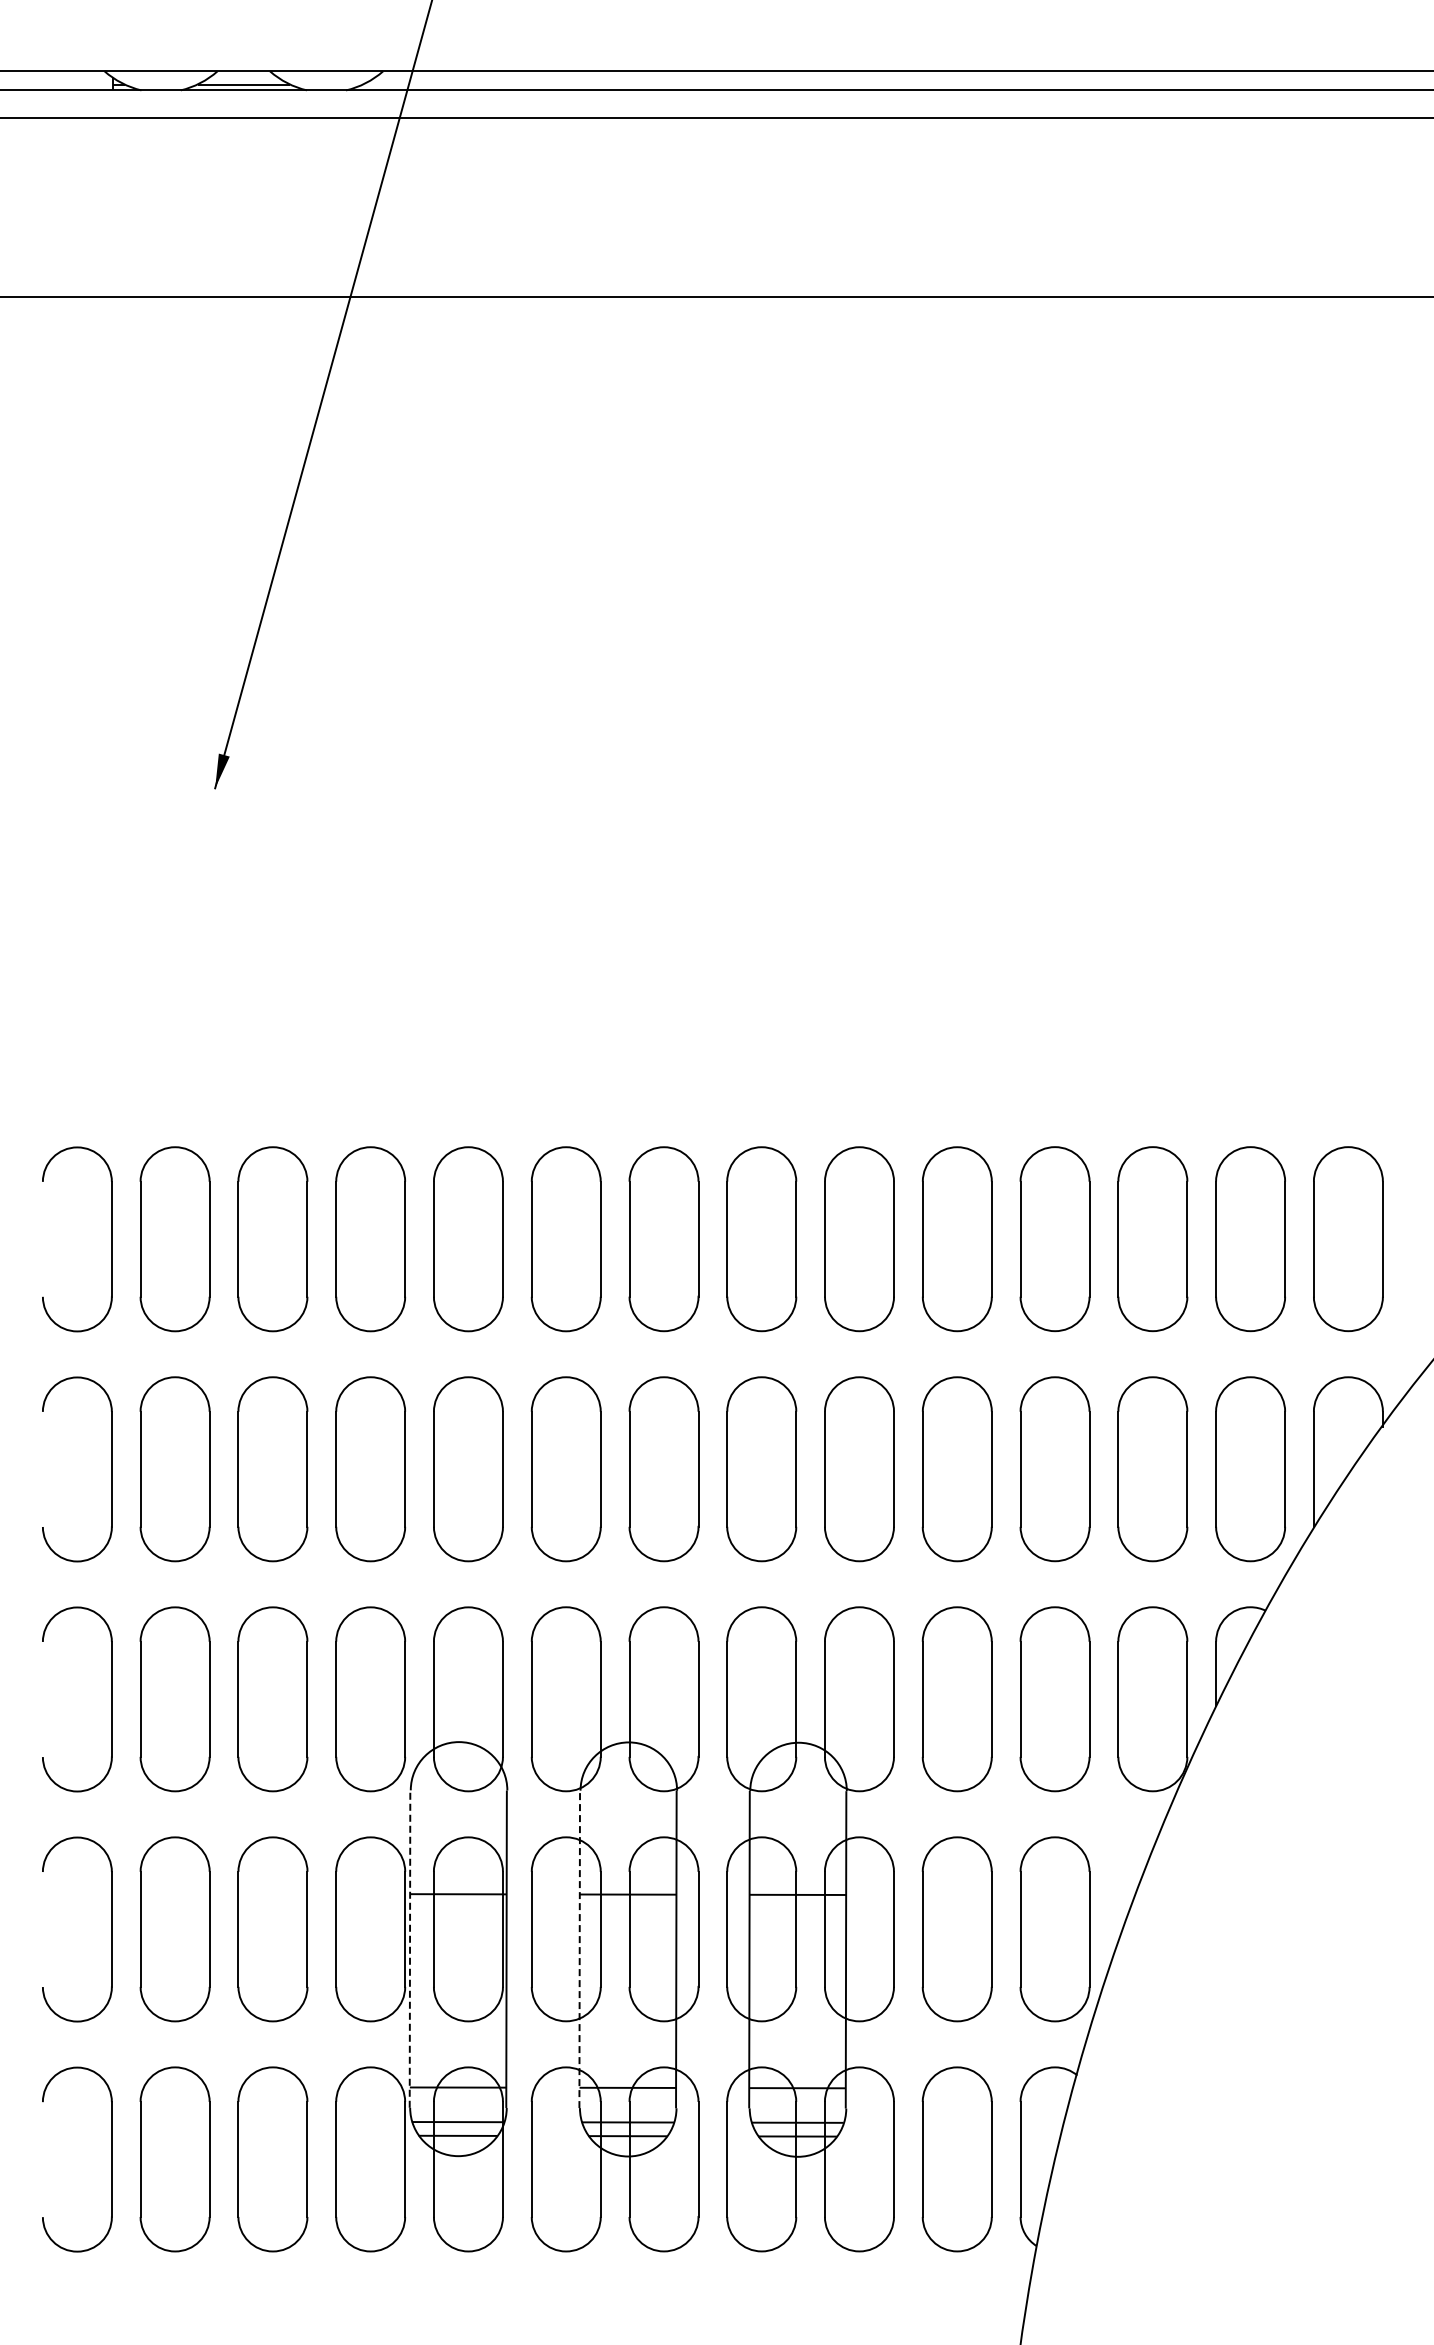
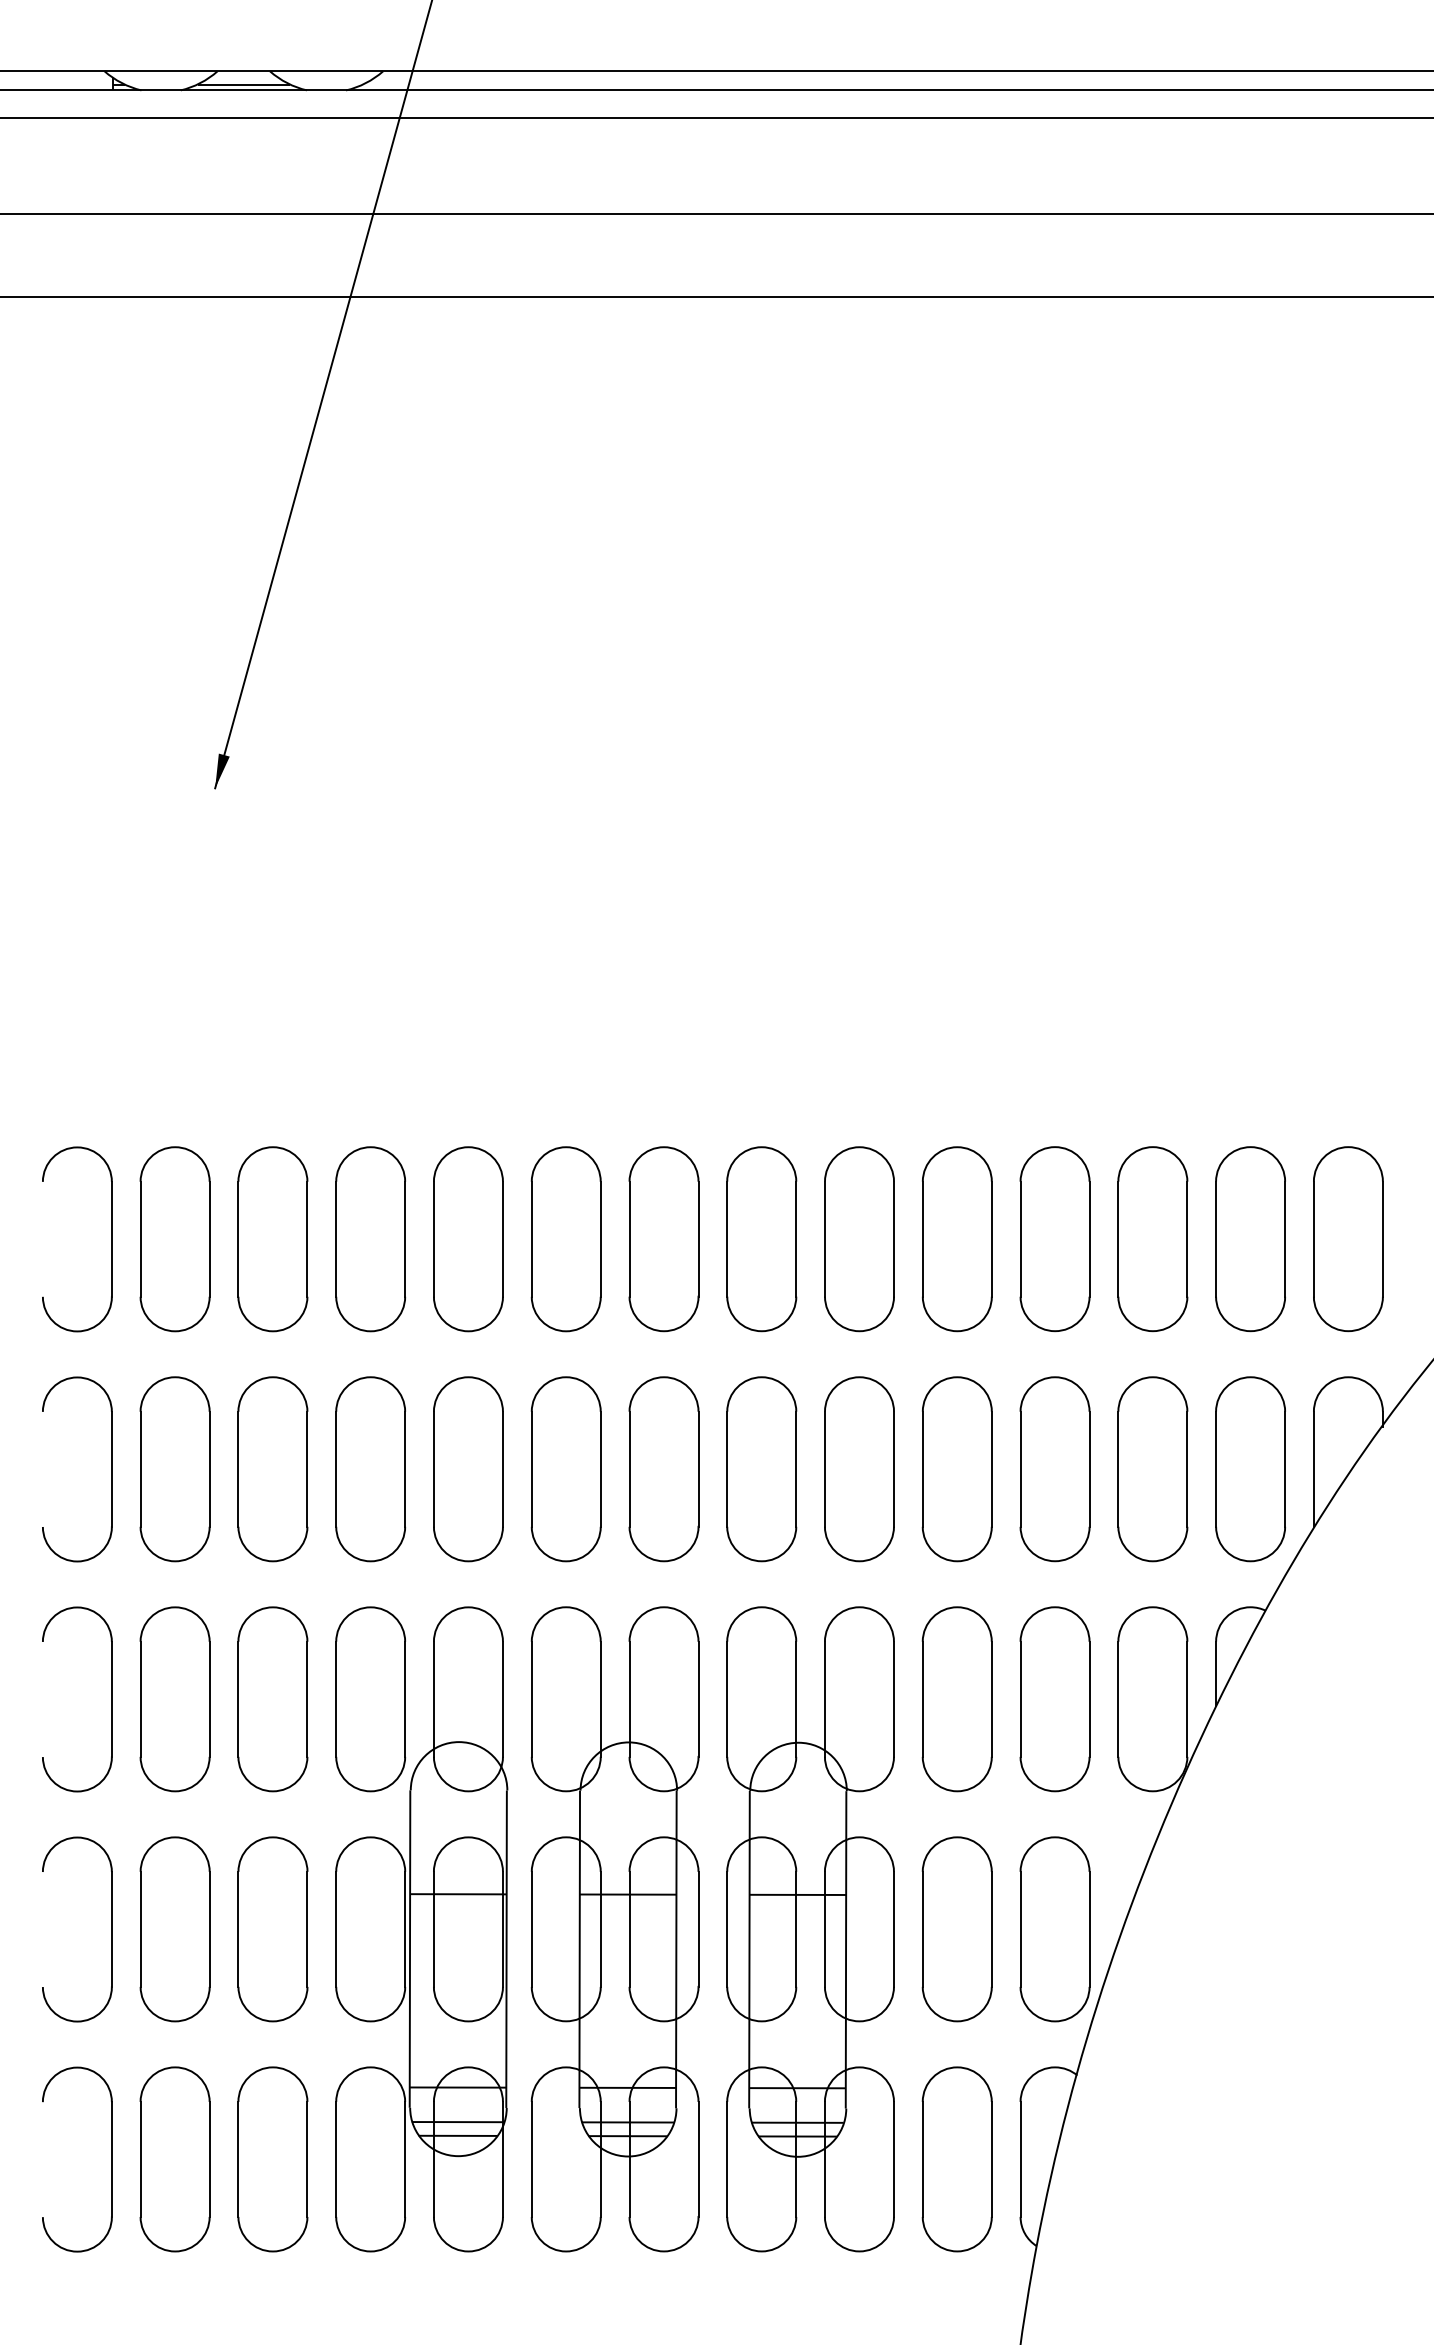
line at (716, 214): none -> present
line at (410, 1949): dashed -> solid
line at (579, 1949): dashed -> solid
